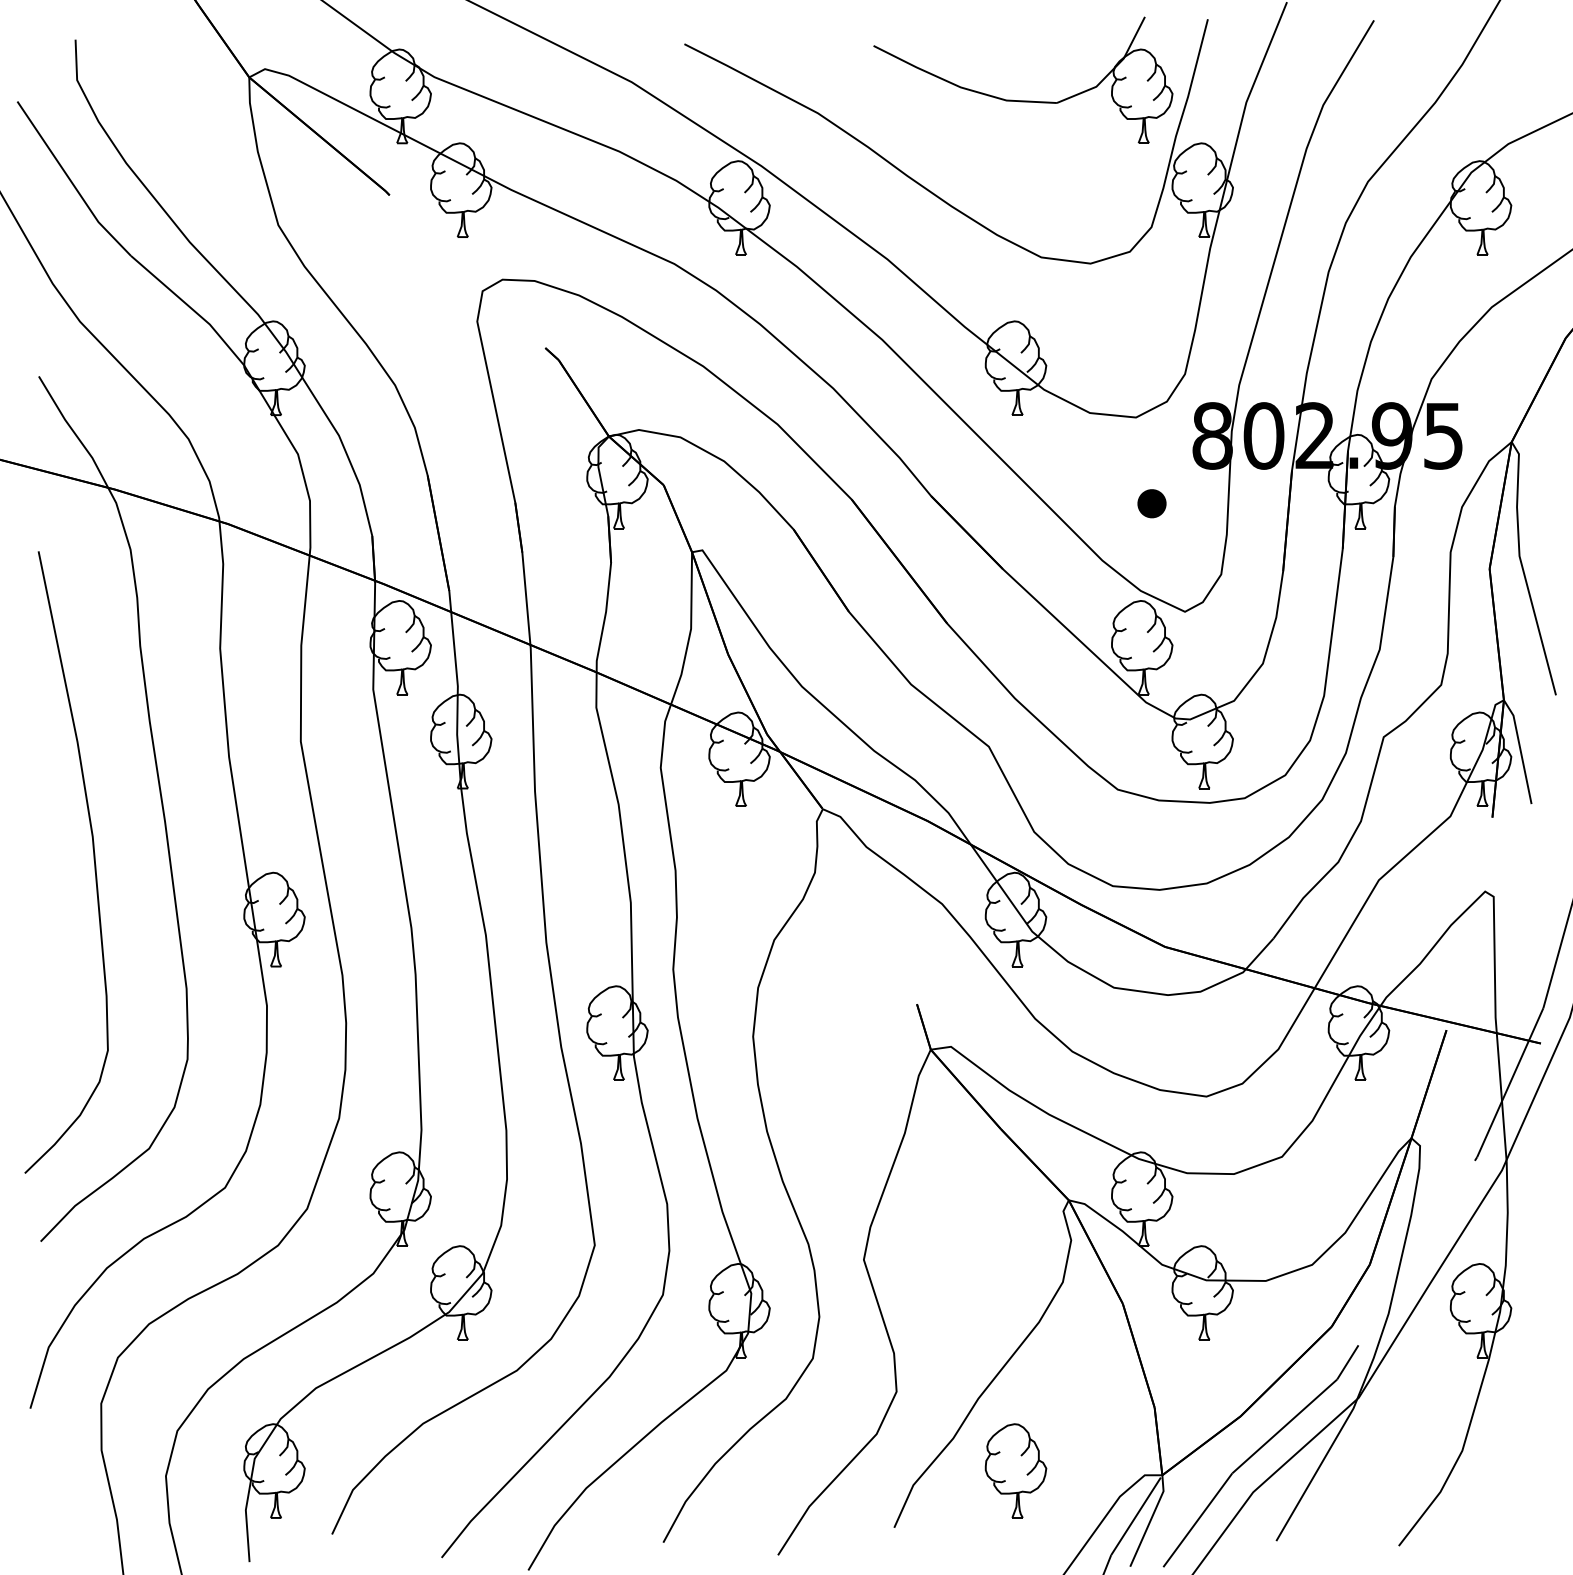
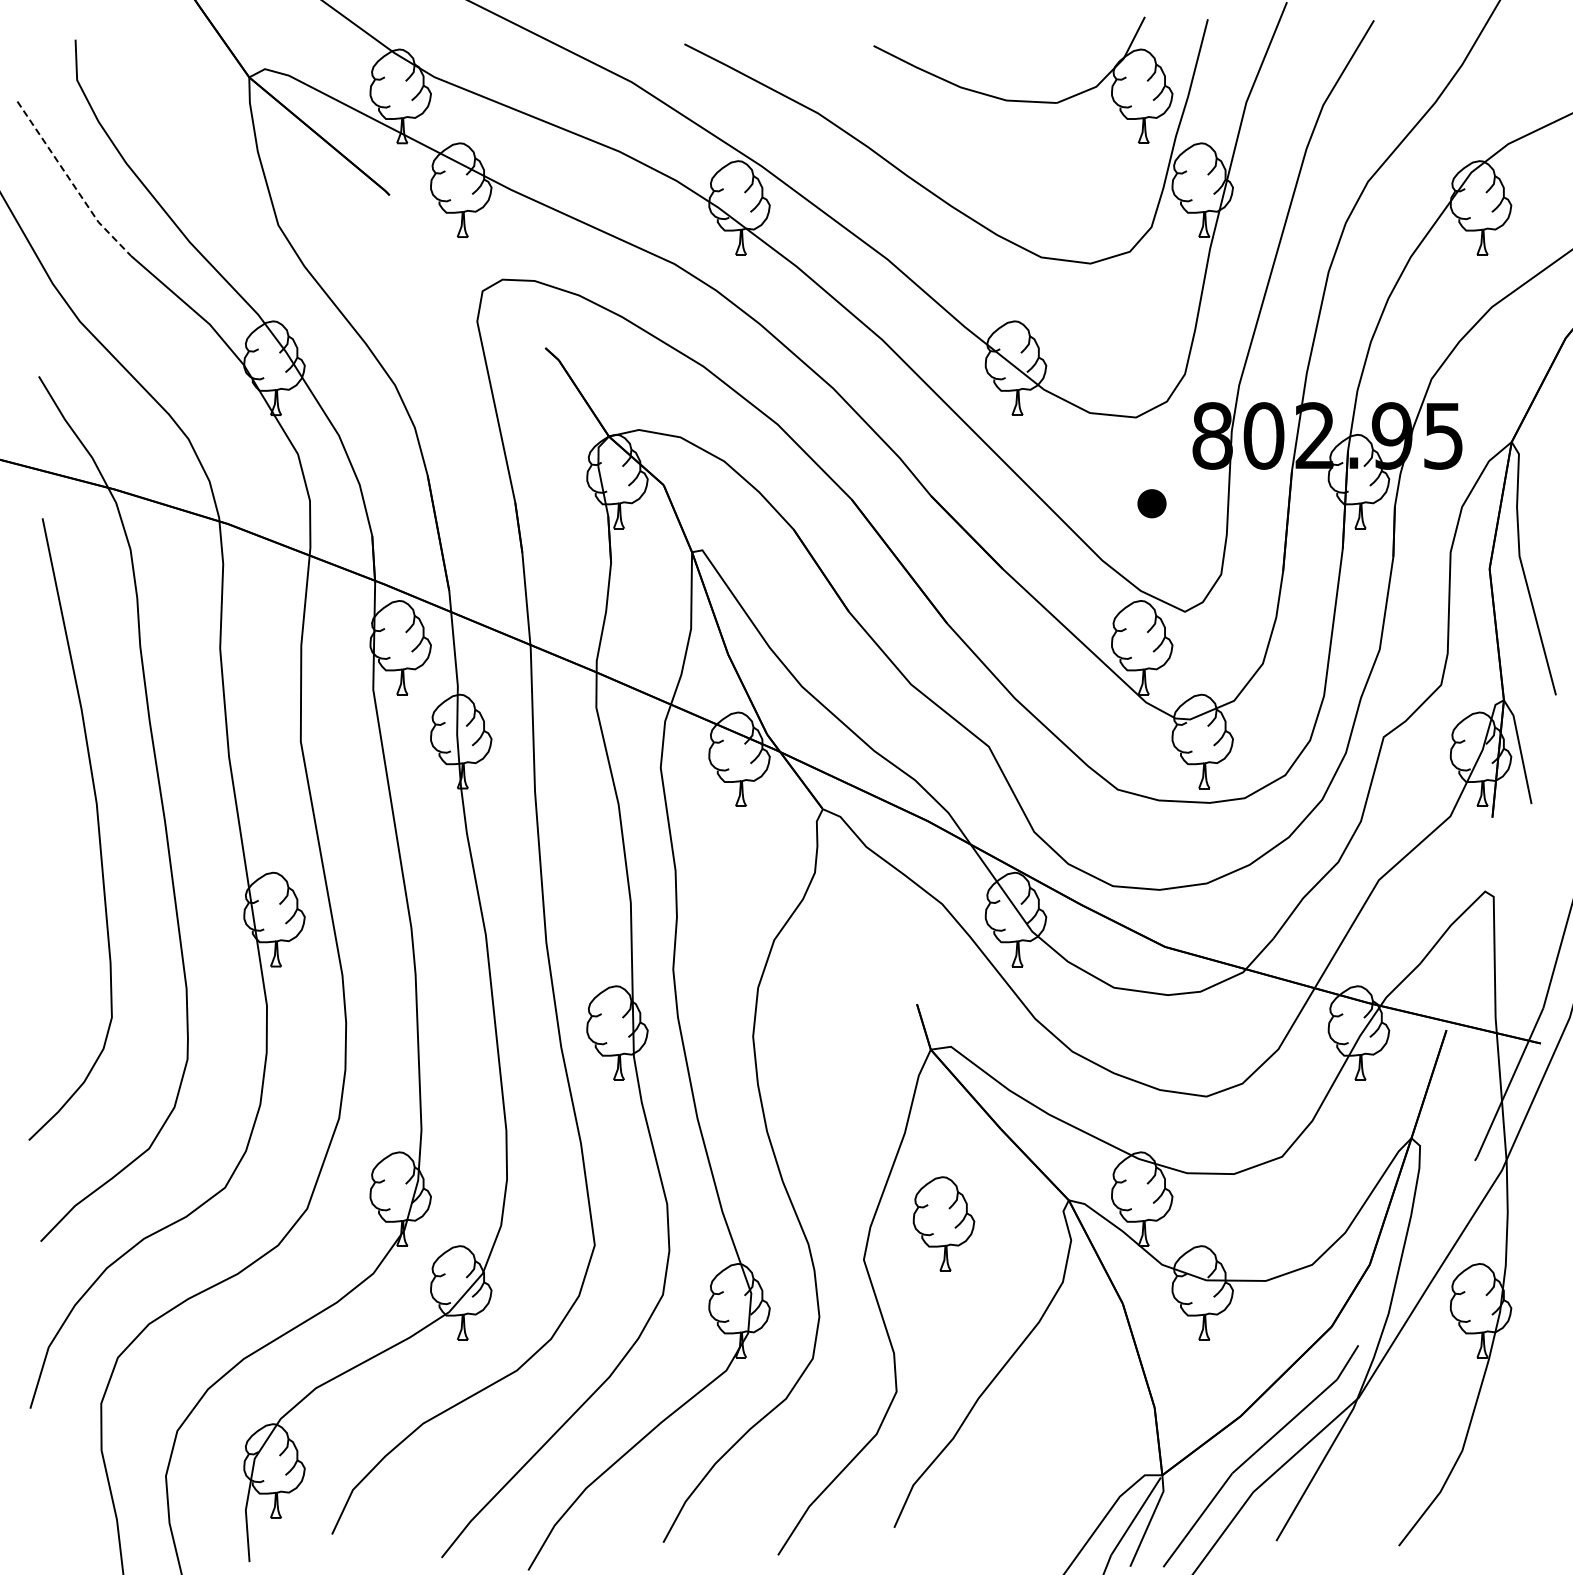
line at (71, 181): solid -> dashed
curve at (93, 860) position: (93, 860) -> (97, 827)
part at (1015, 1470) position: (1015, 1470) -> (943, 1223)
